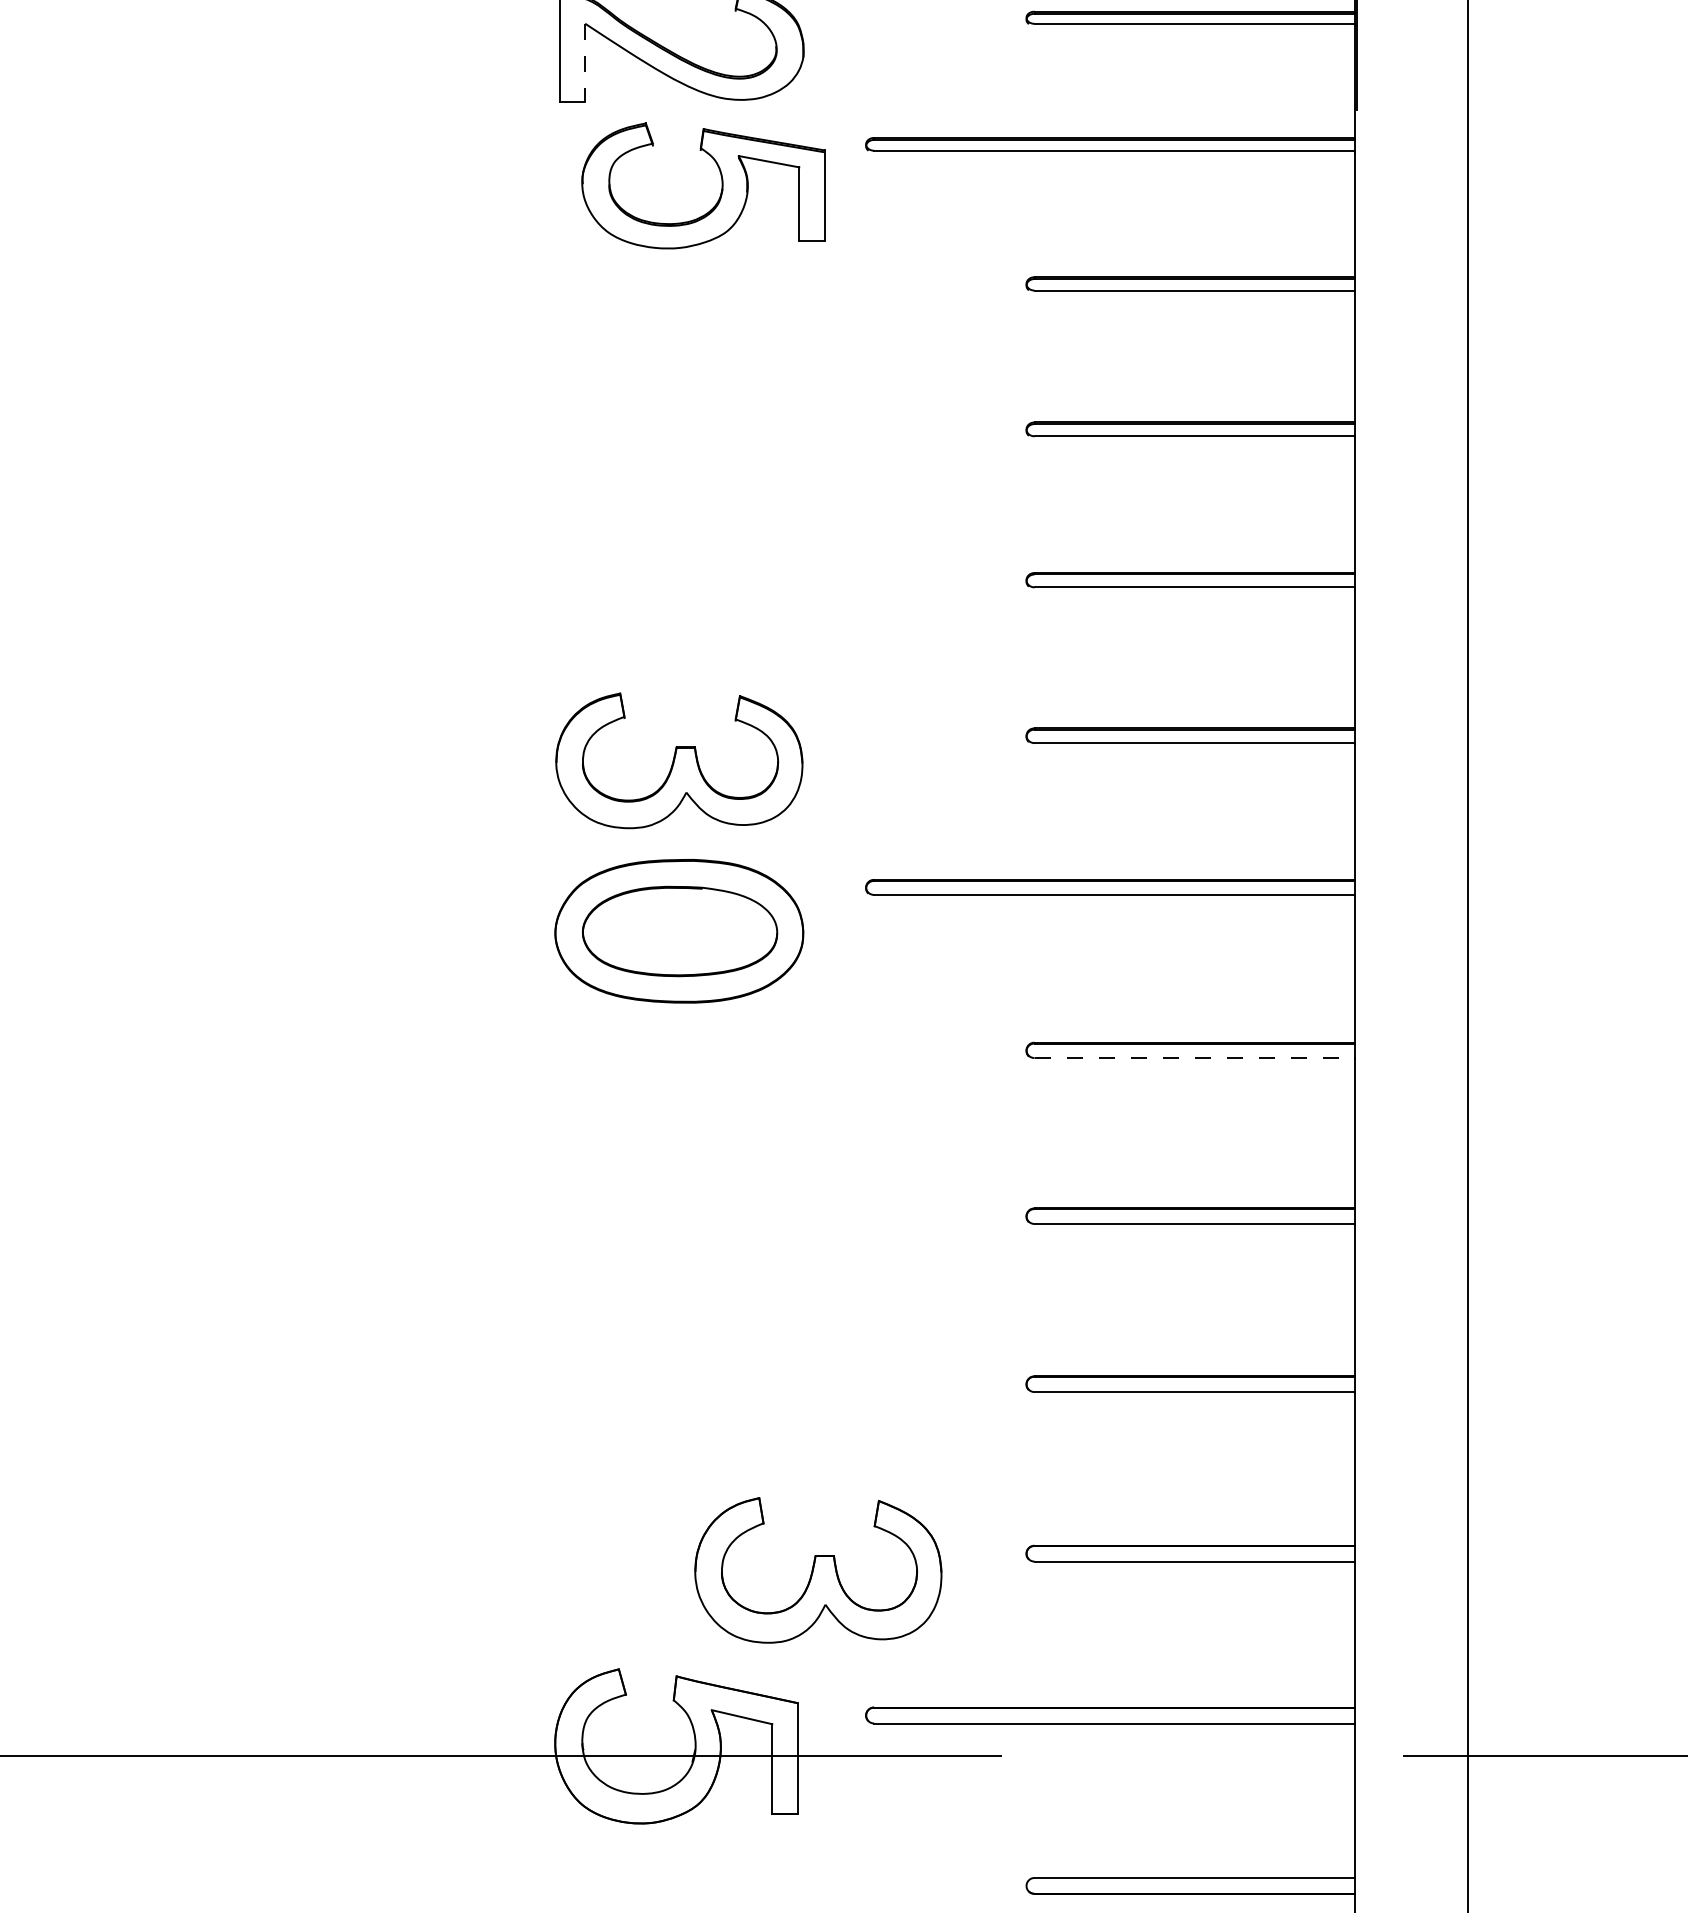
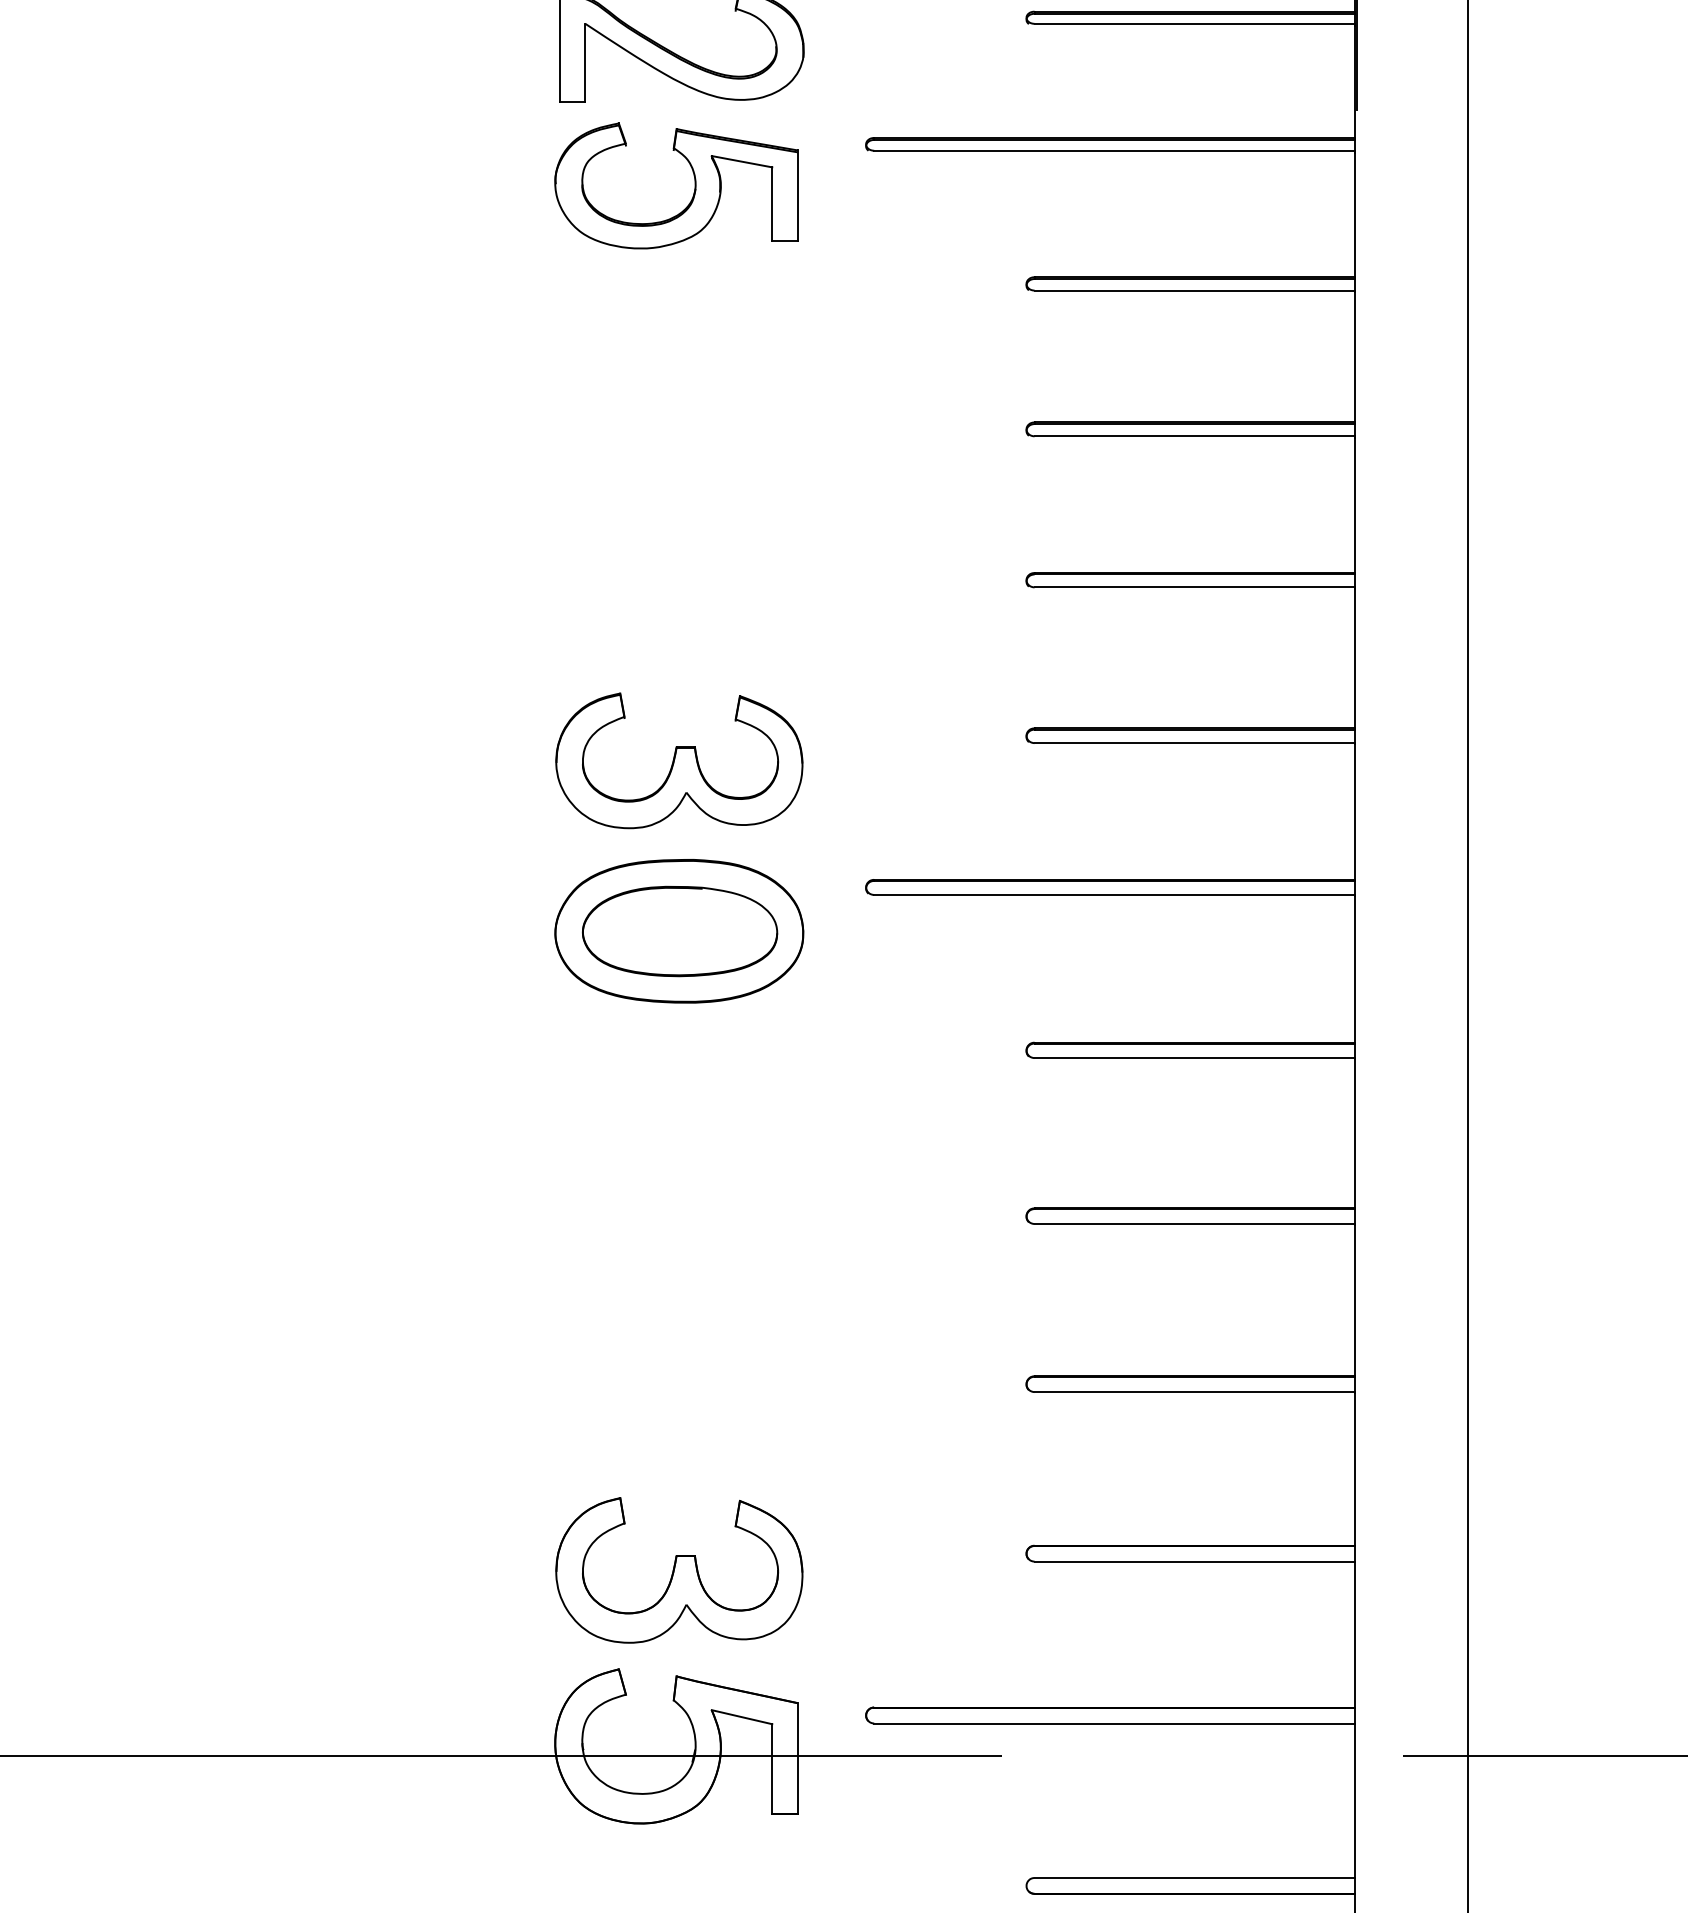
line at (585, 63): dashed -> solid
part at (721, 185) position: (721, 185) -> (694, 185)
line at (1195, 1058): dashed -> solid
part at (818, 1570) position: (818, 1570) -> (679, 1570)
